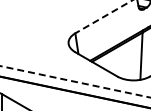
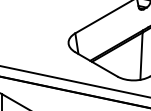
line at (103, 17): dashed -> solid
line at (75, 81): dashed -> solid
